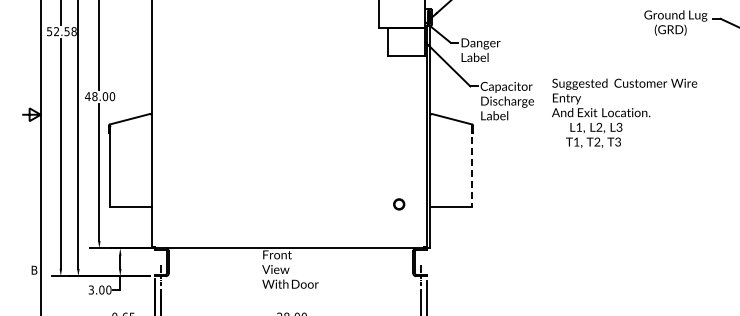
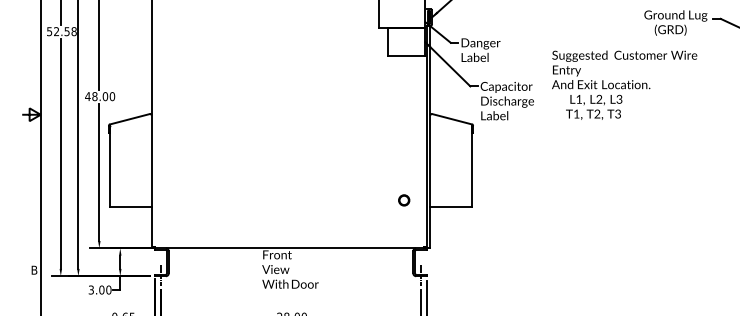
text at (624, 112) position: (624, 112) -> (624, 84)
line at (472, 166): dashed -> solid
circle at (399, 204) position: (399, 204) -> (404, 200)
